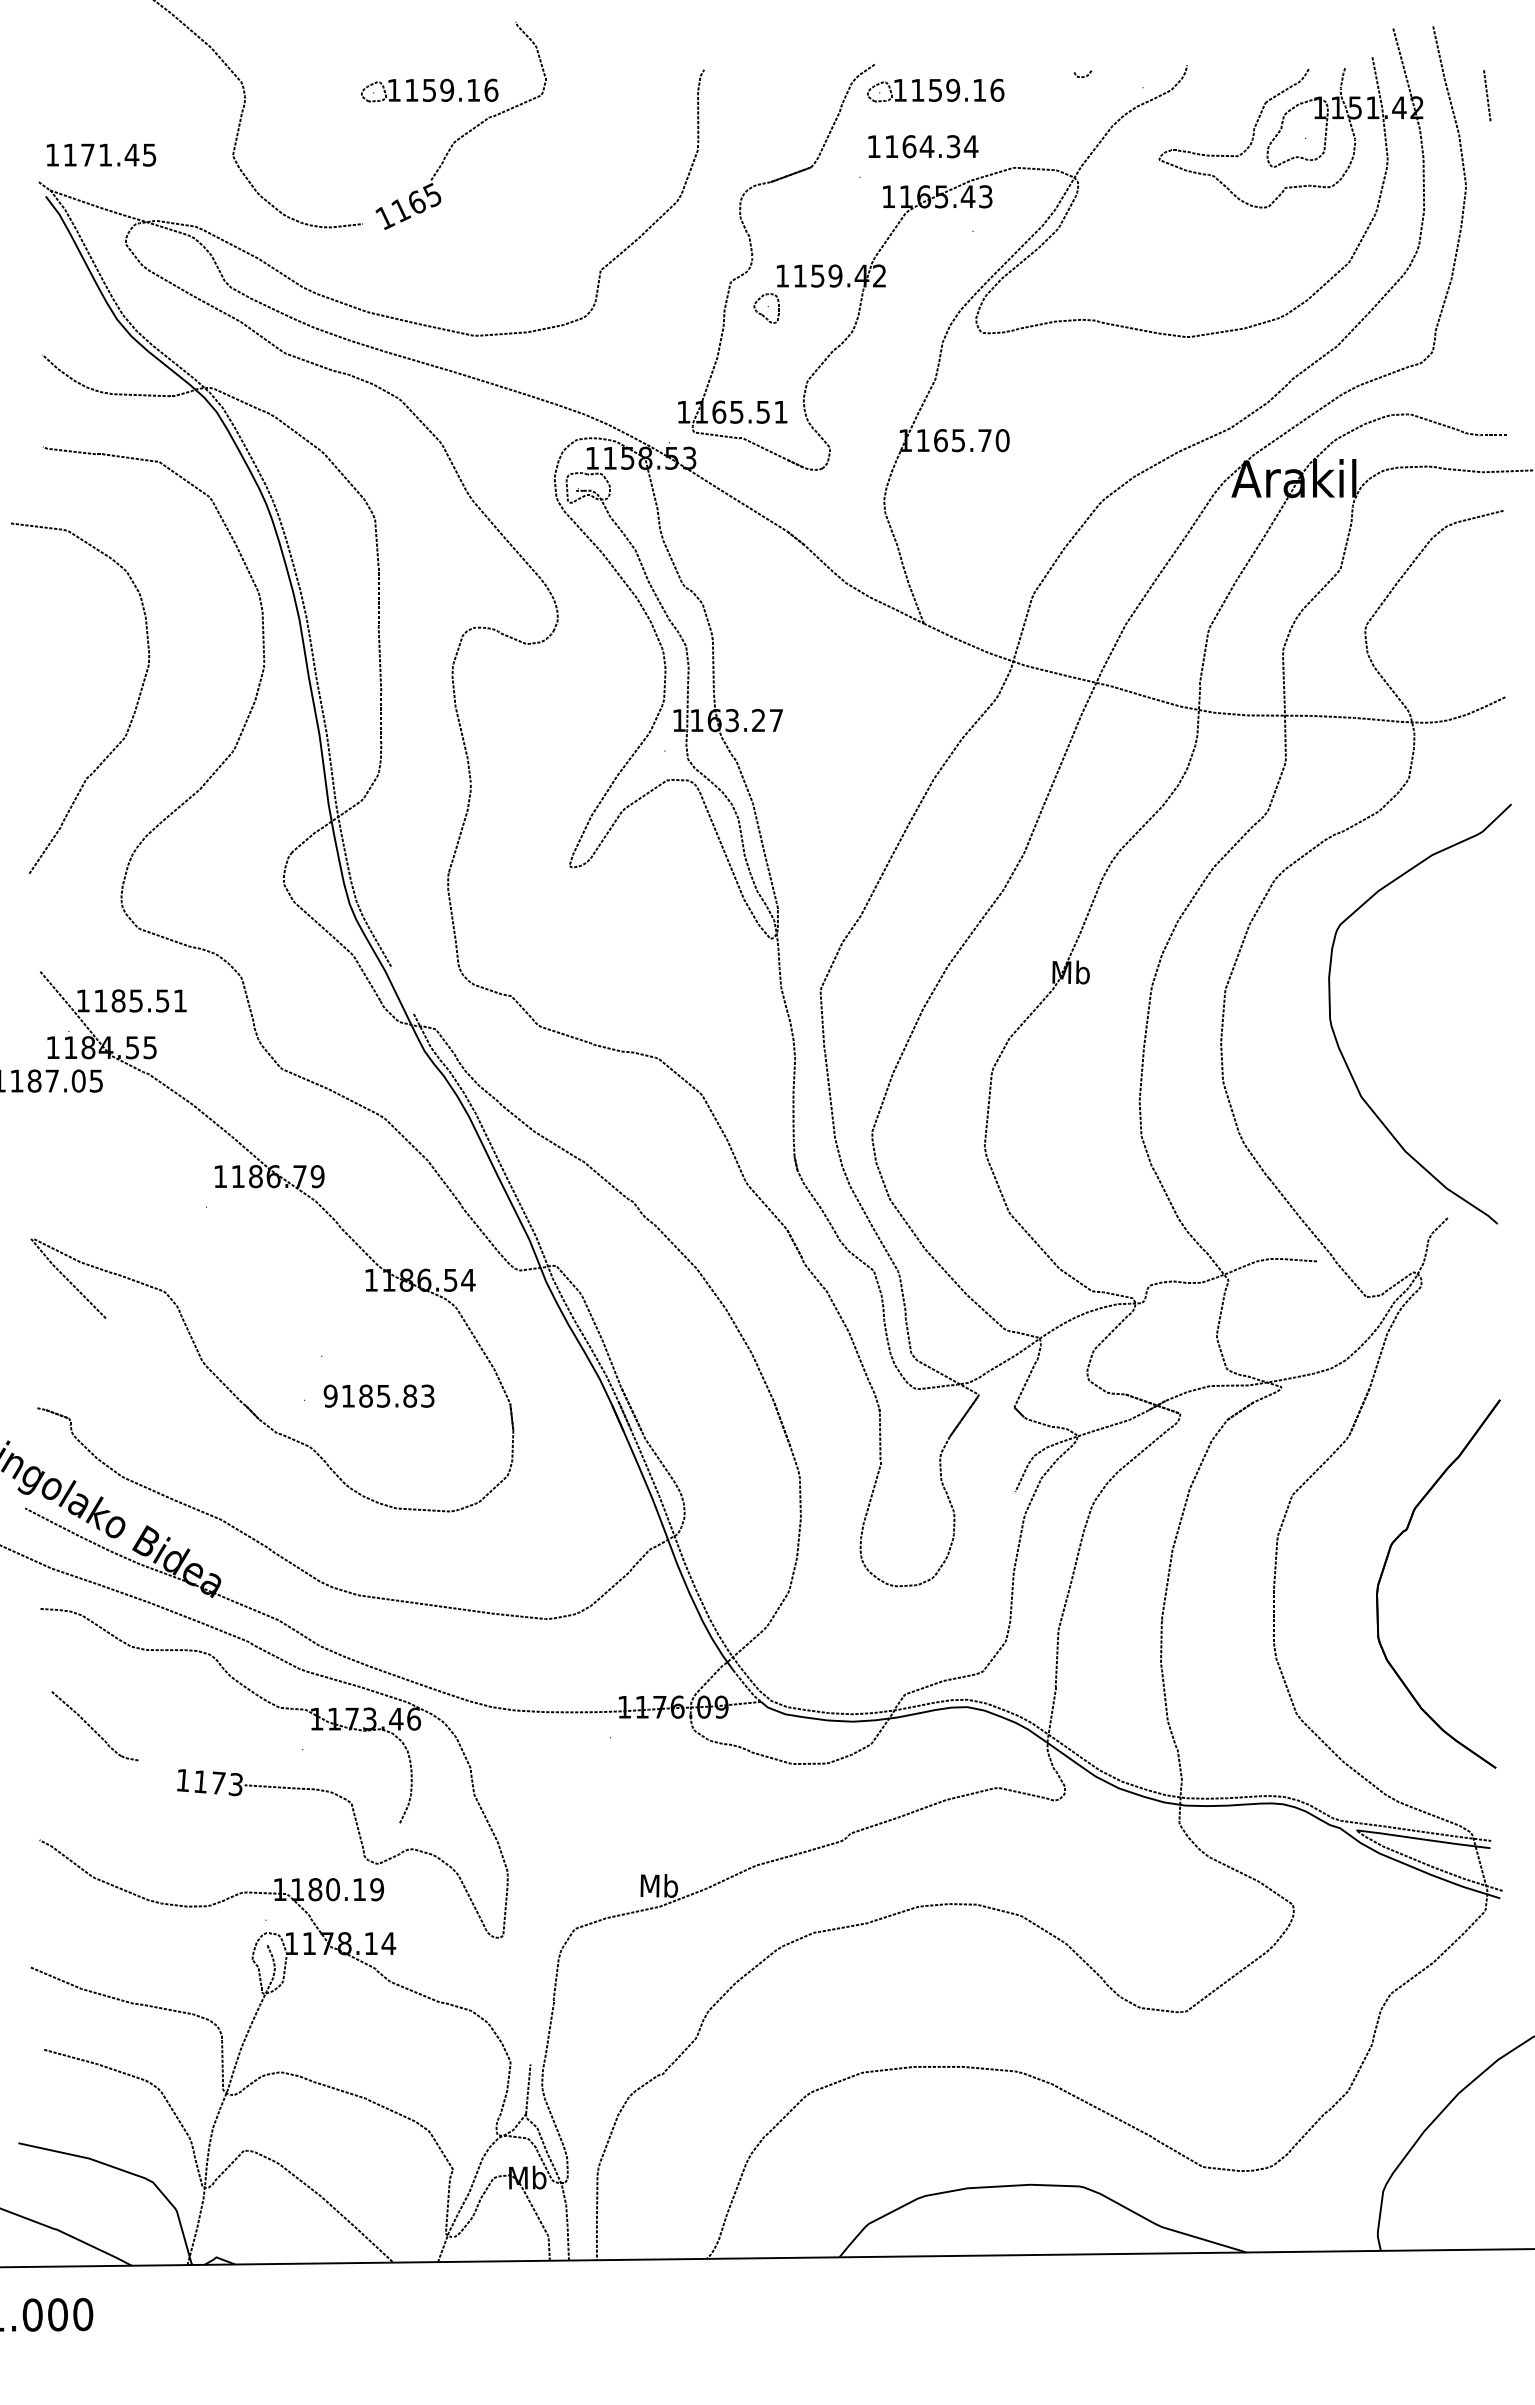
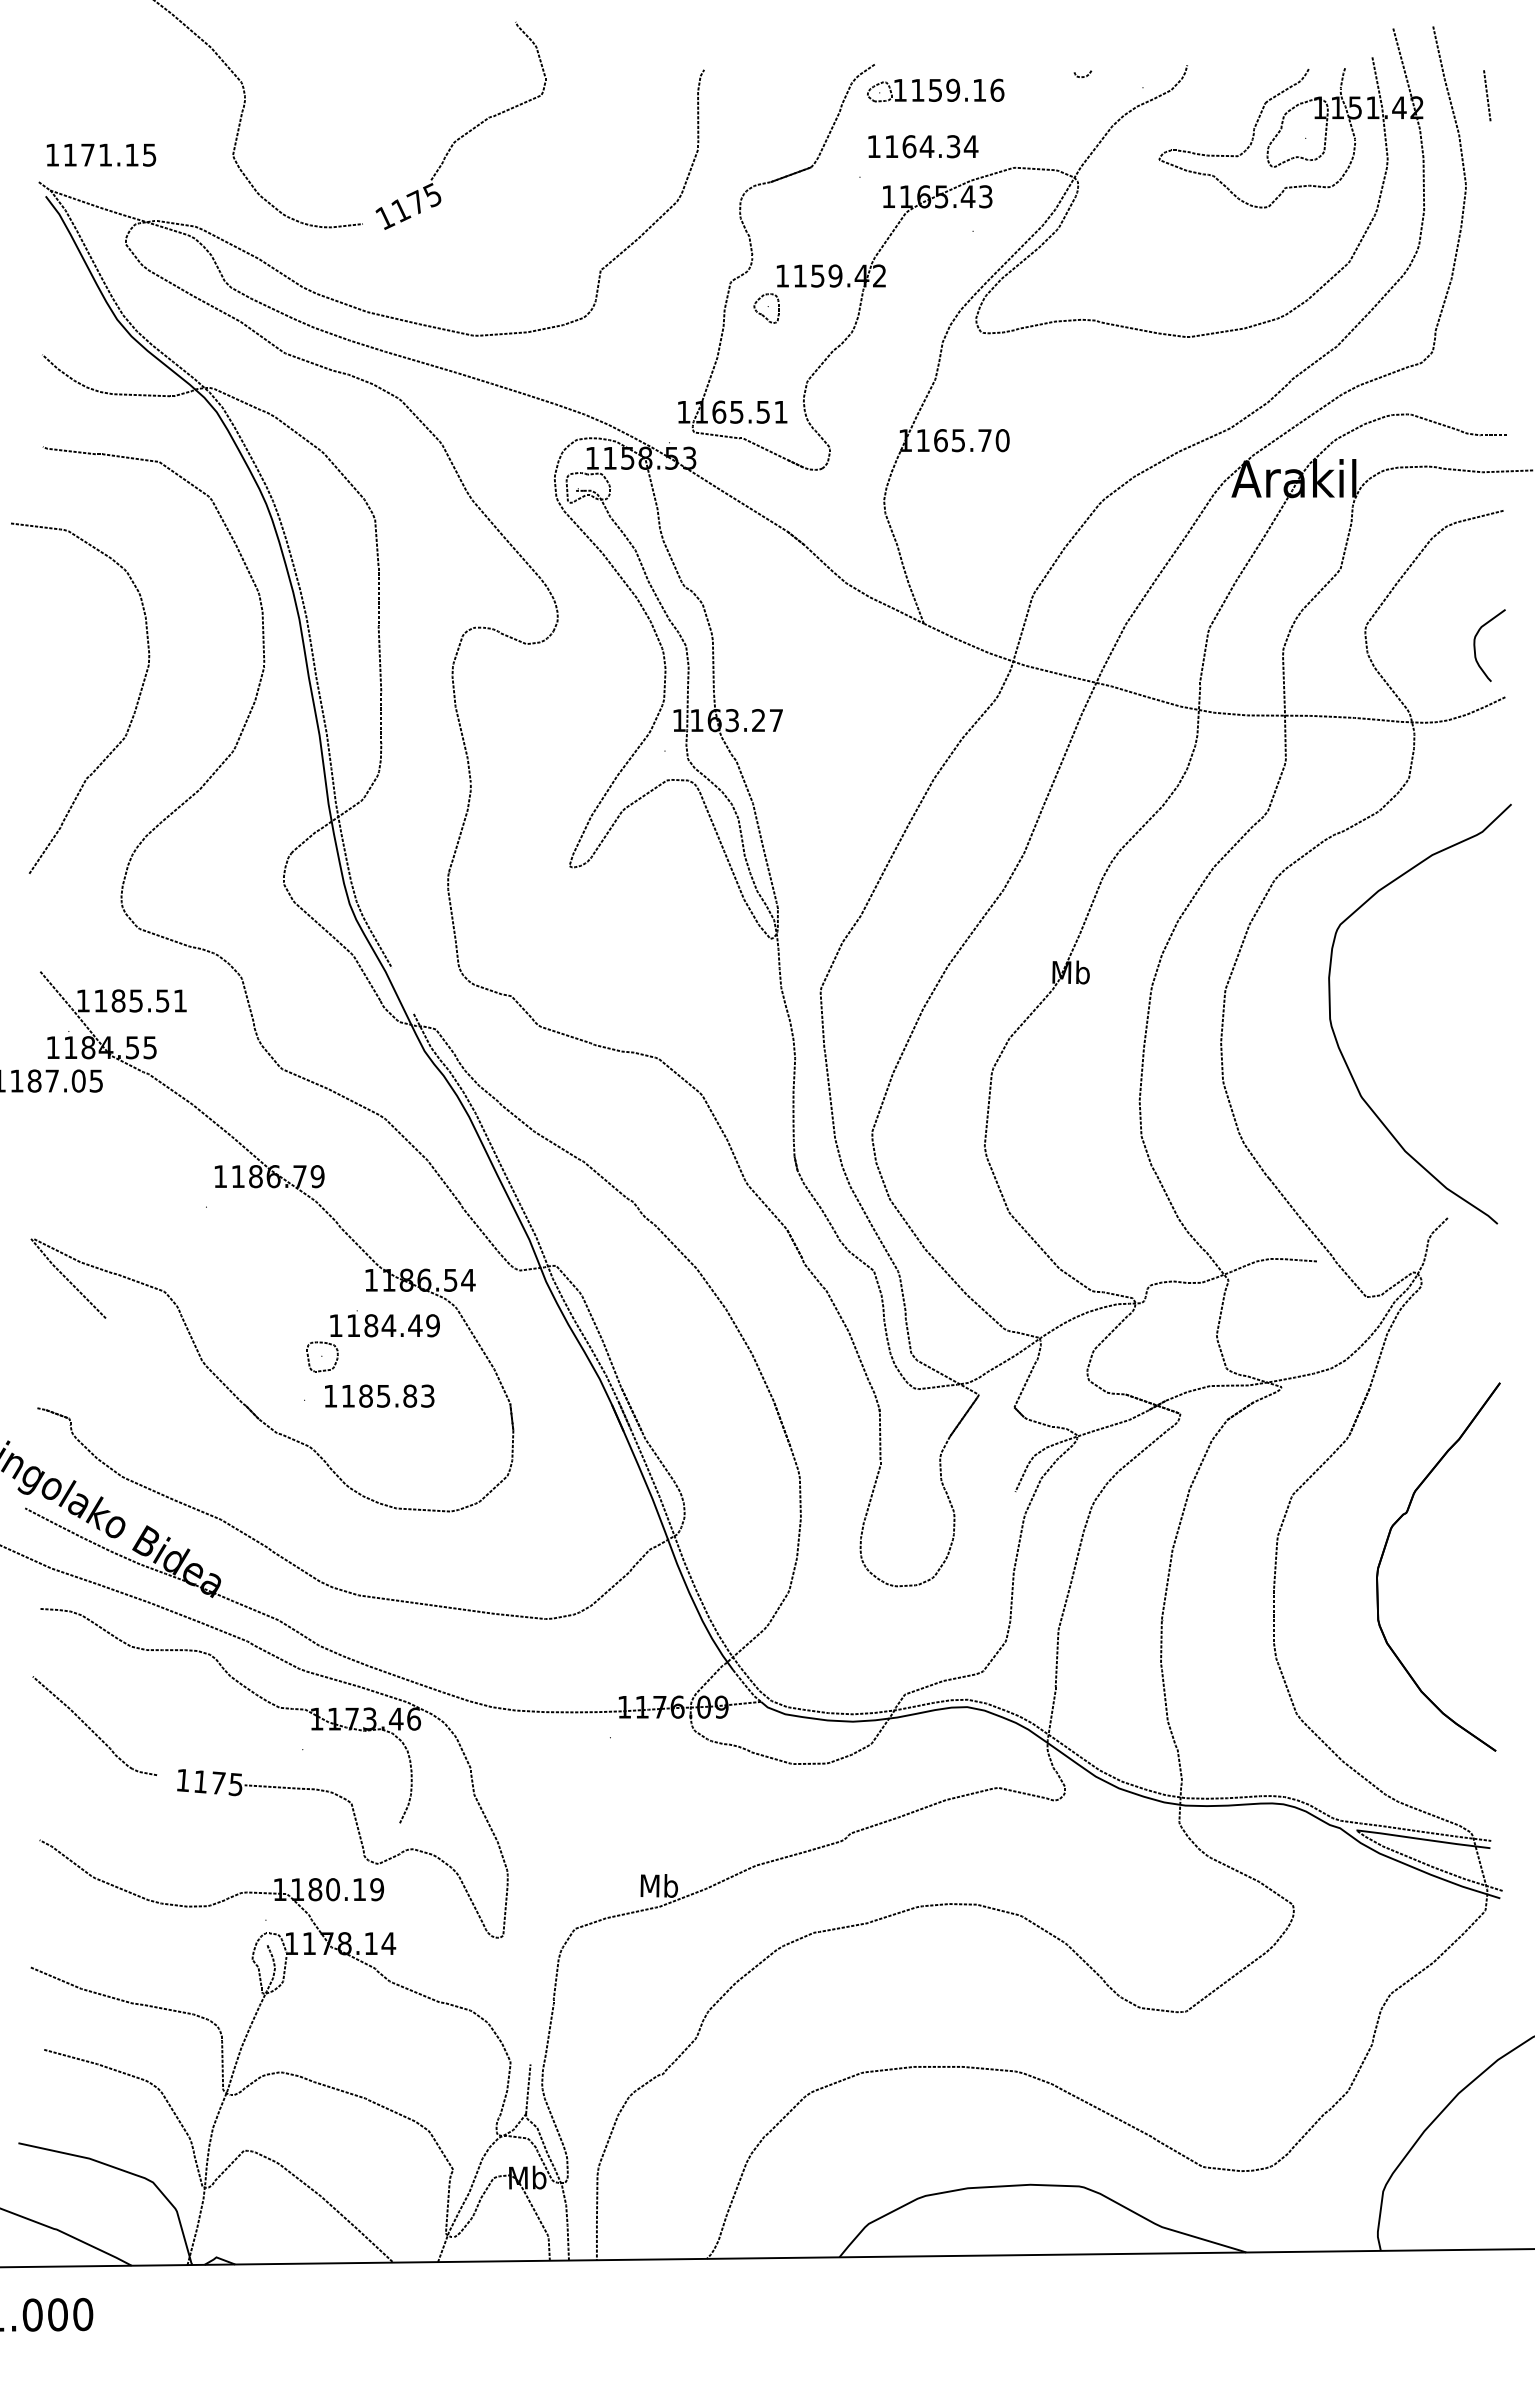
part at (429, 90): present -> none
text at (131, 154): 1171.45 -> 1171.15
text at (415, 201): 1165 -> 1175
curve at (1475, 645): none -> present
part at (372, 1341): none -> present
text at (330, 1395): 9185.83 -> 1185.83
part at (1385, 1566) position: (1385, 1566) -> (1385, 1549)
part at (94, 1726) size: 88x71 px -> 126x100 px
text at (236, 1784): 1173 -> 1175
